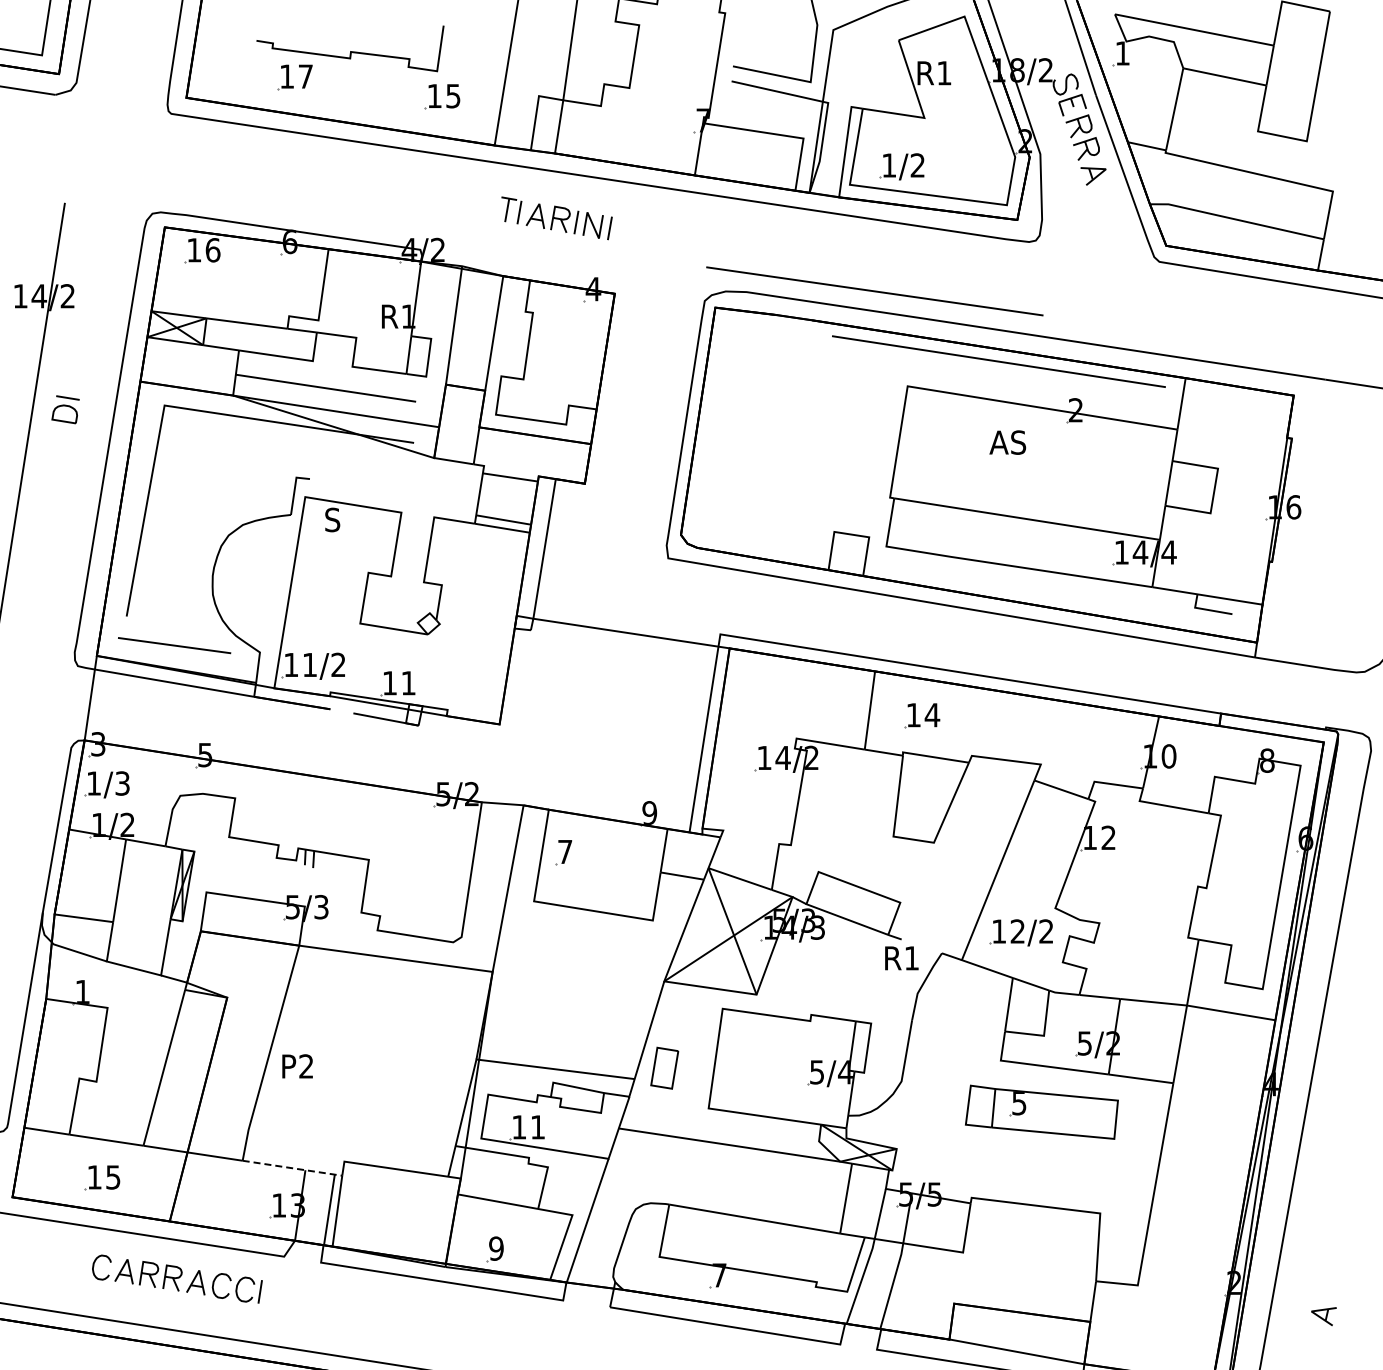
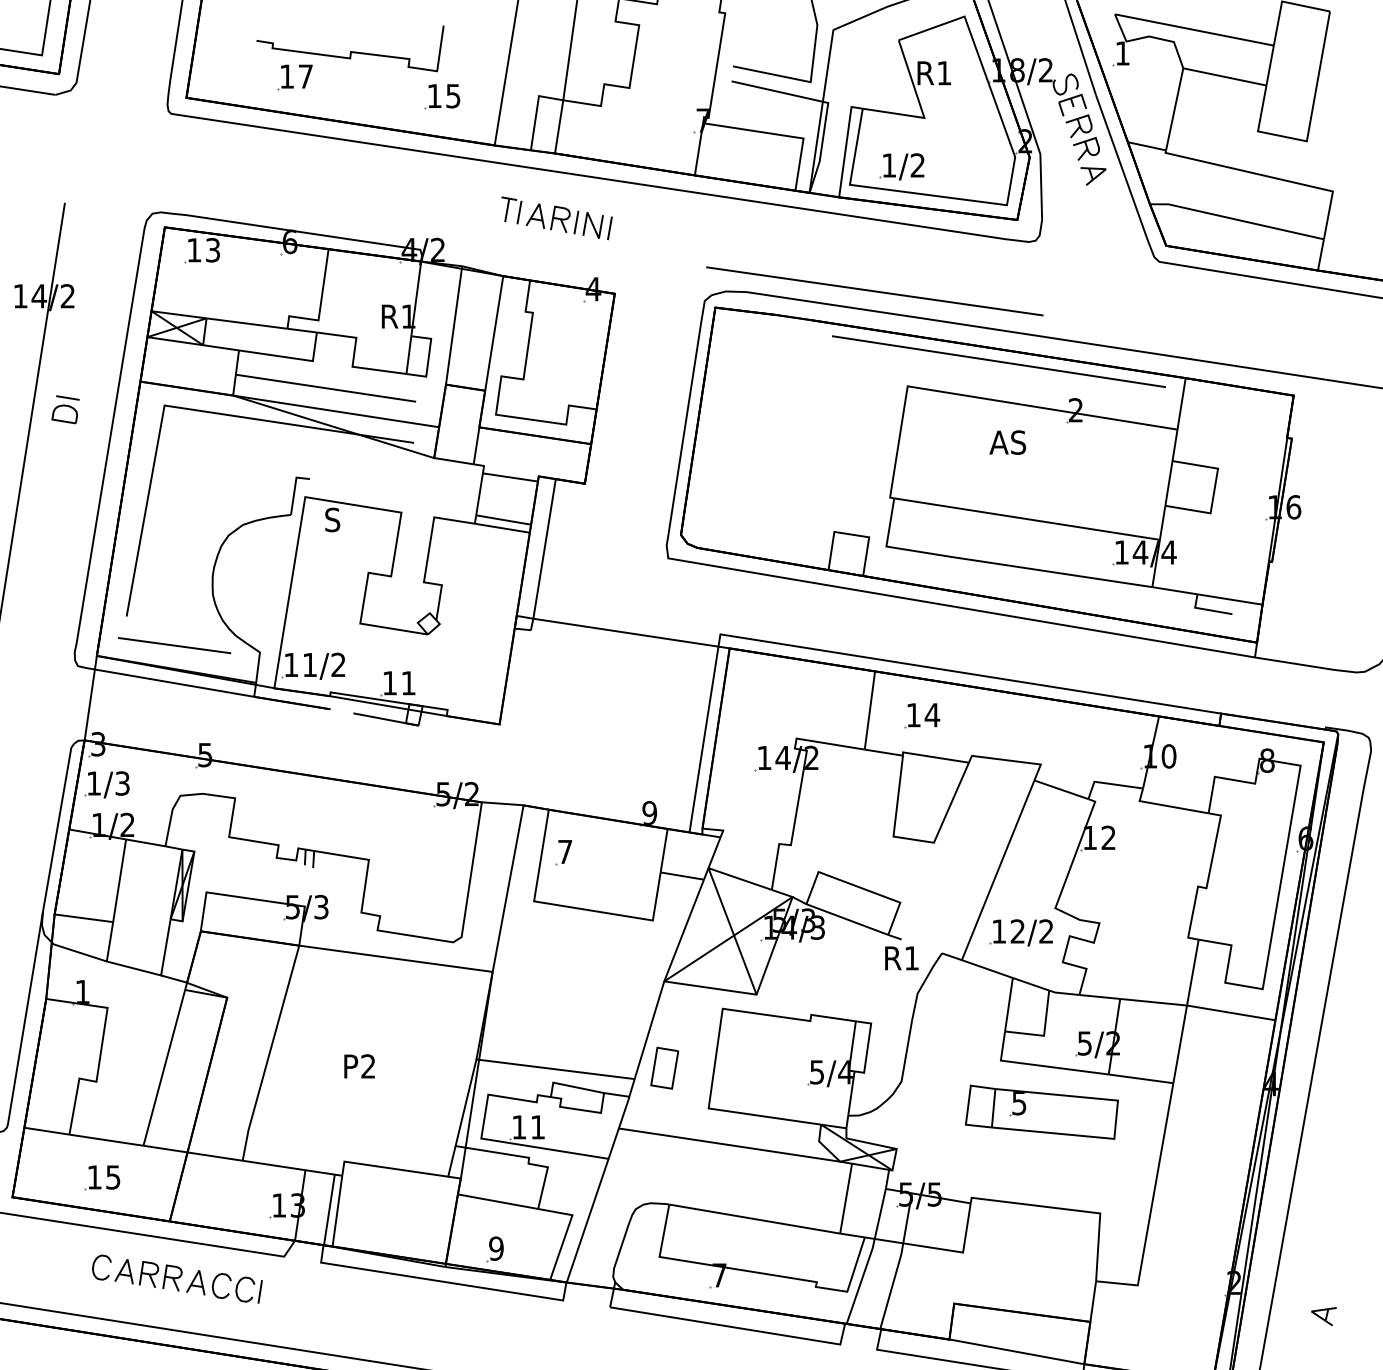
text at (212, 250): 16 -> 13
text at (297, 1066) position: (297, 1066) -> (359, 1066)
line at (292, 1168): dashed -> solid
